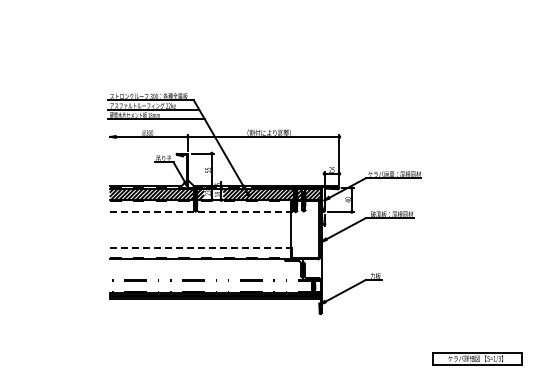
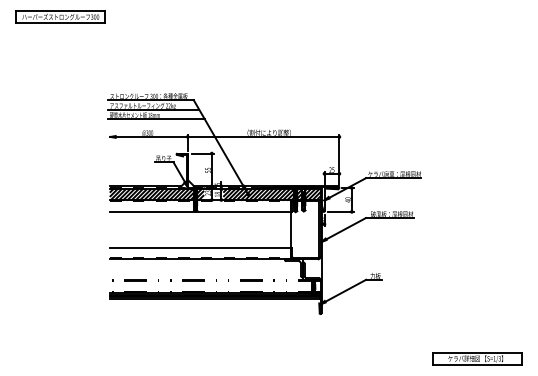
part at (60, 16): none -> present
line at (201, 211): dashed -> solid
line at (201, 247): dashed -> solid
